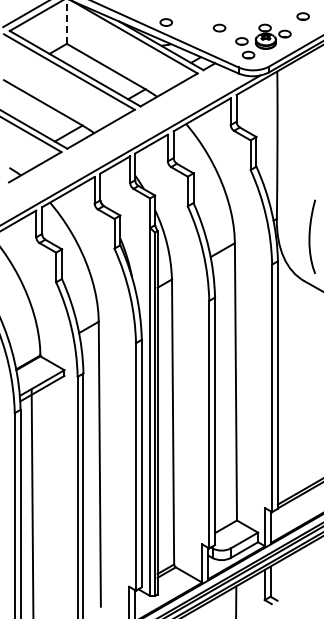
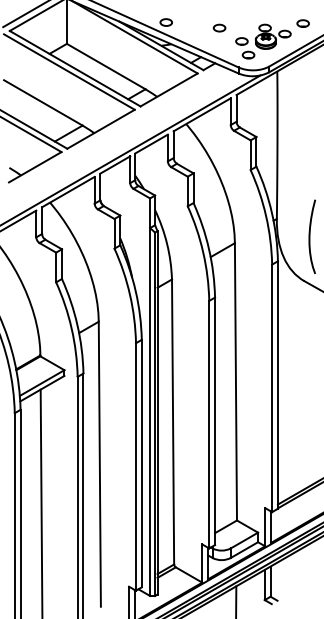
part at (302, 16) position: (302, 16) -> (302, 23)
line at (66, 22): dashed -> solid
line at (32, 502) position: (32, 502) -> (41, 502)
